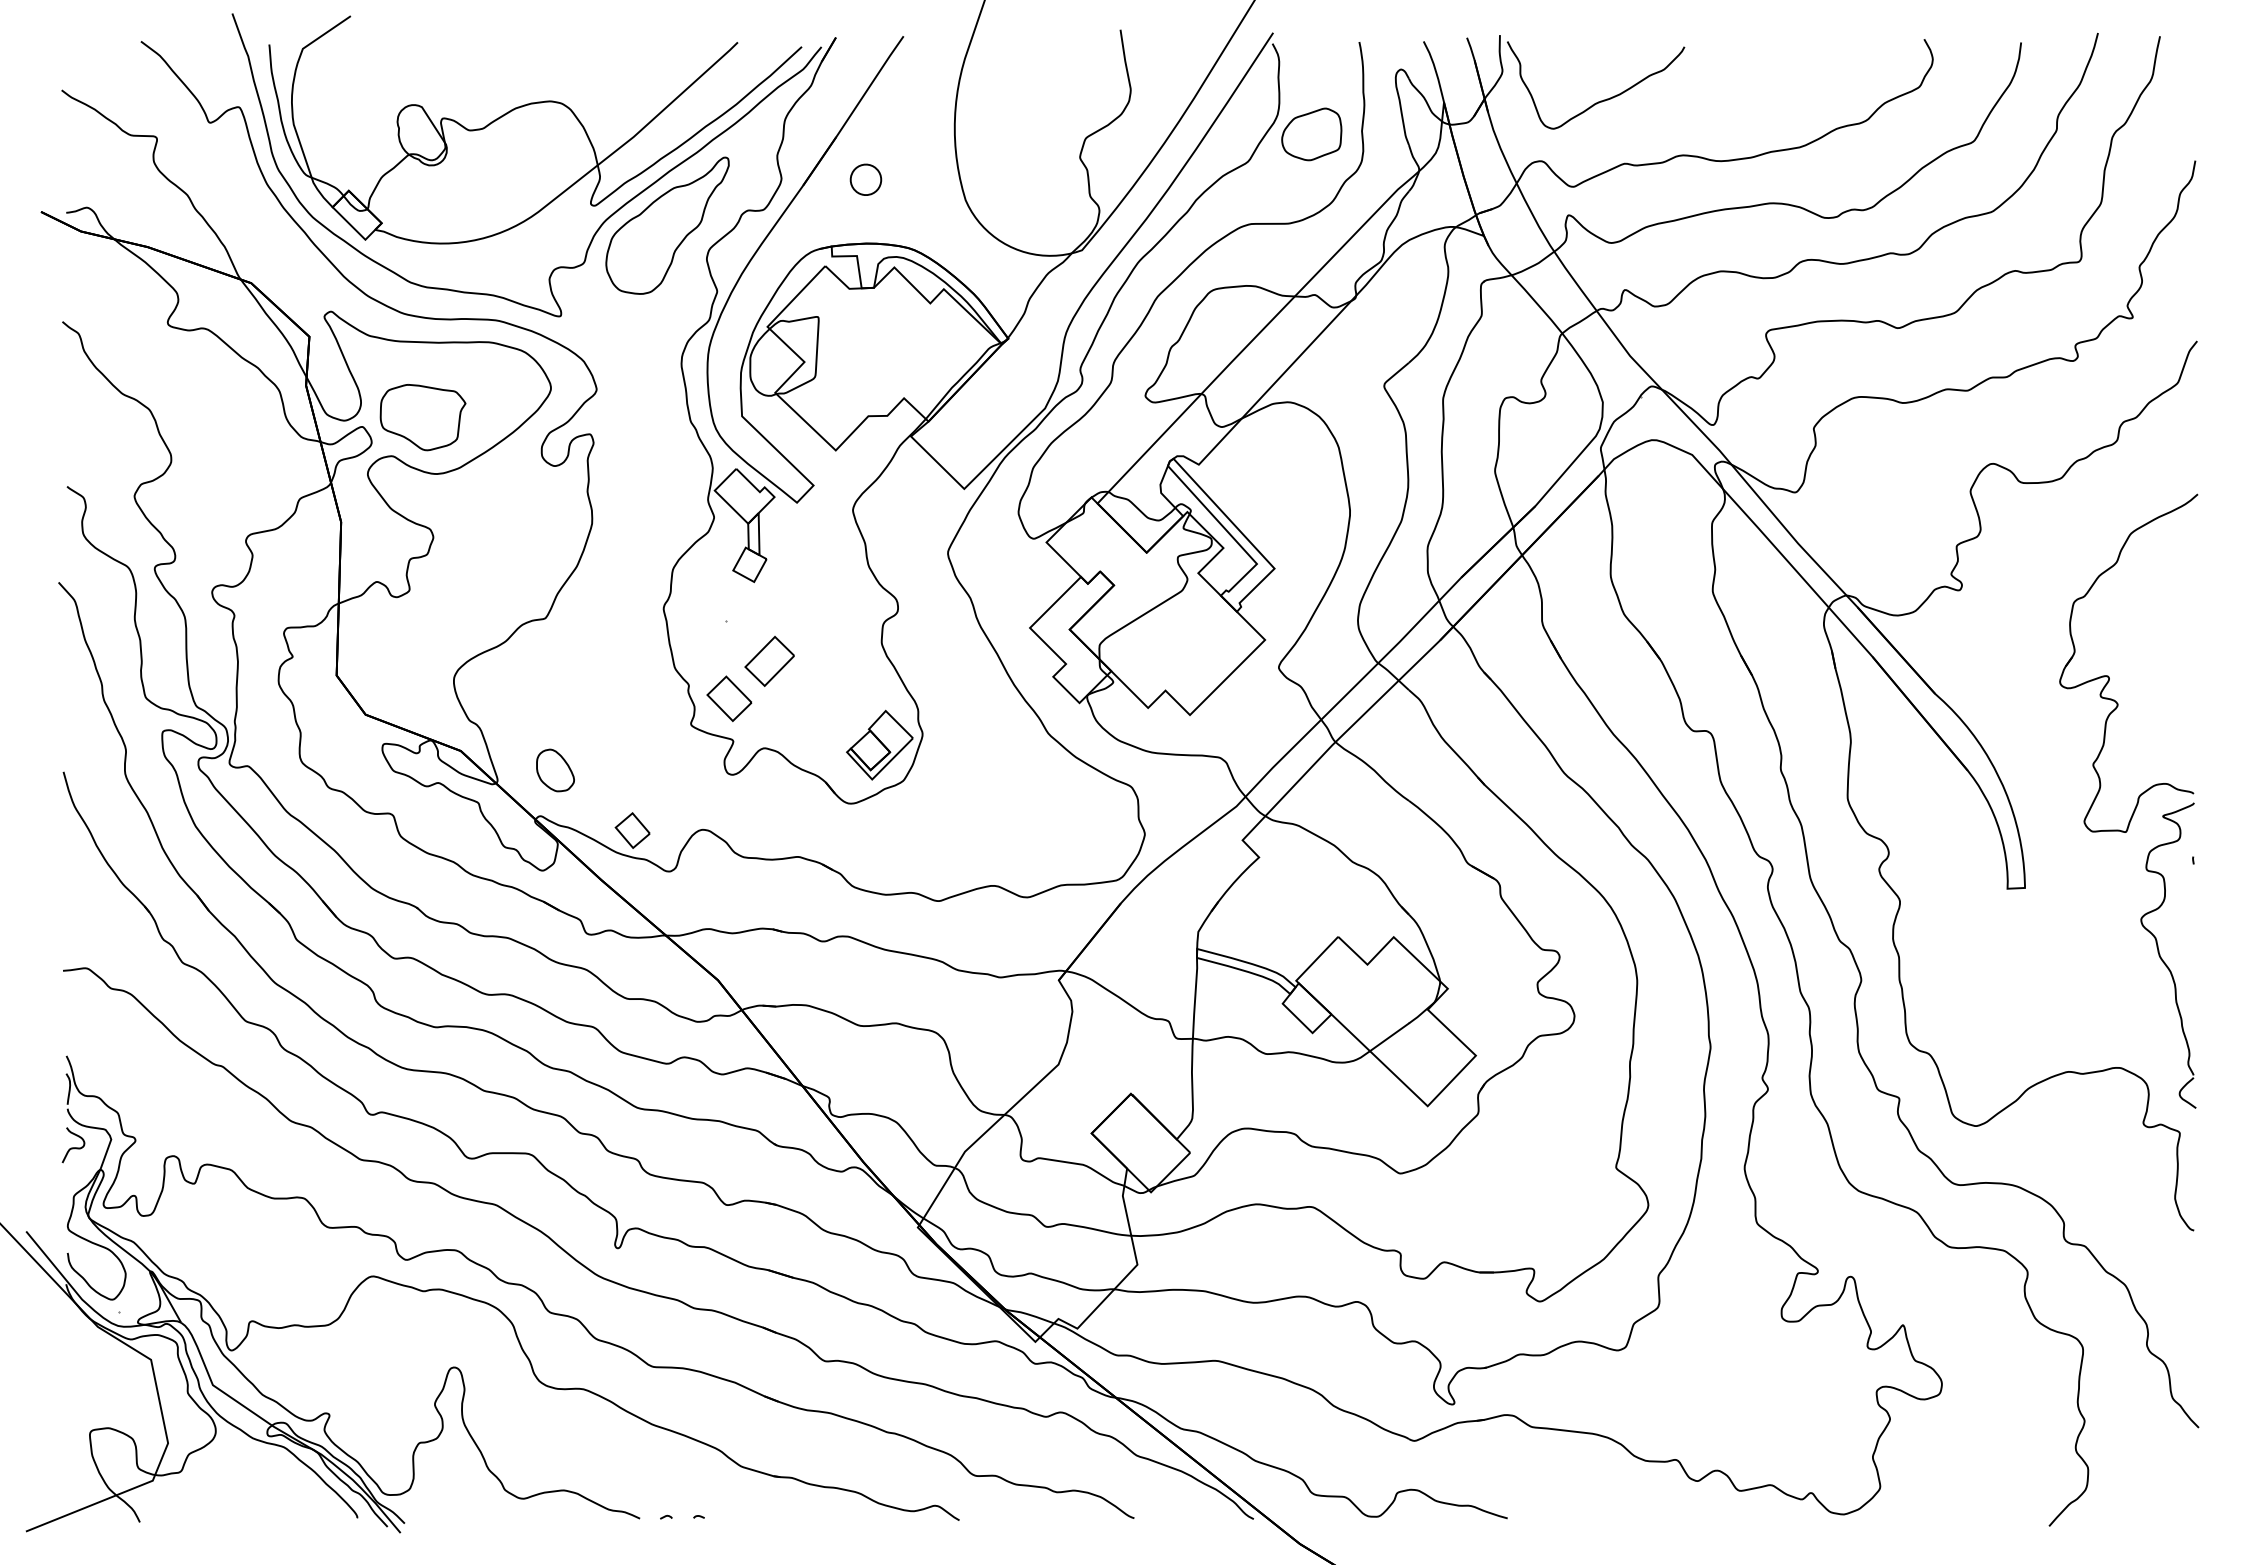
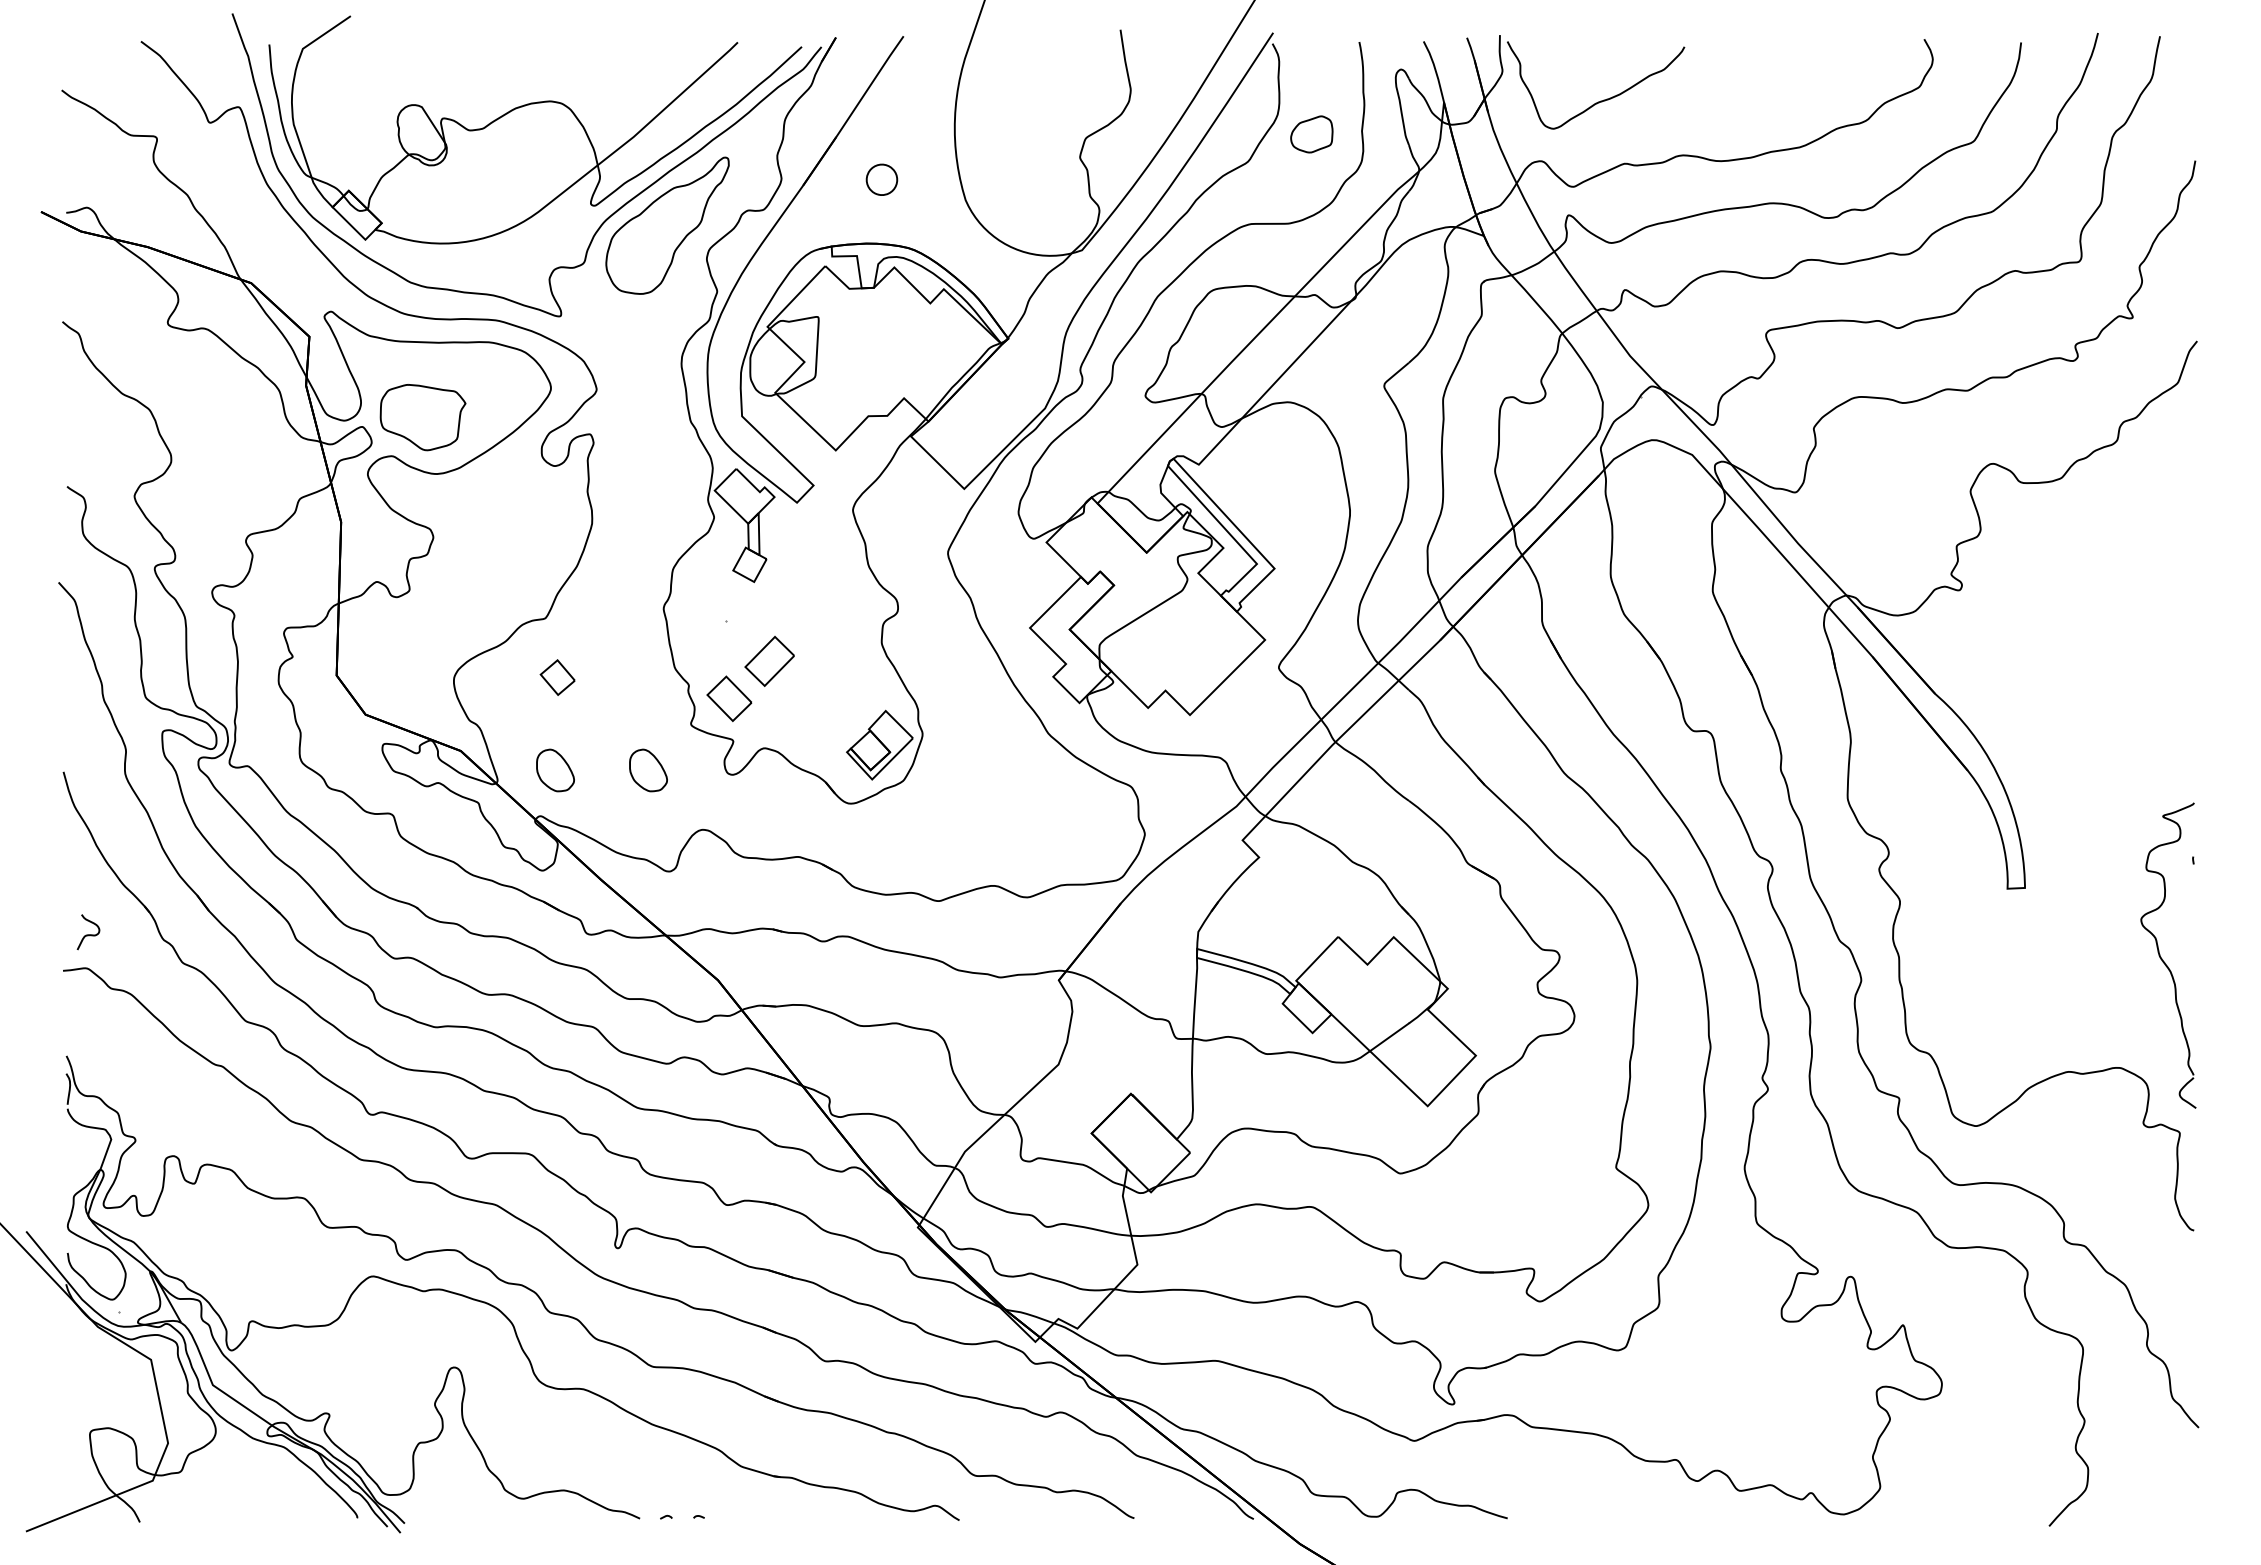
part at (1311, 134) size: 62x55 px -> 44x39 px
part at (865, 179) position: (865, 179) -> (881, 179)
part at (2109, 676): present -> none
part at (648, 770): none -> present
part at (632, 830) position: (632, 830) -> (557, 677)
curve at (73, 1147) position: (73, 1147) -> (88, 934)
